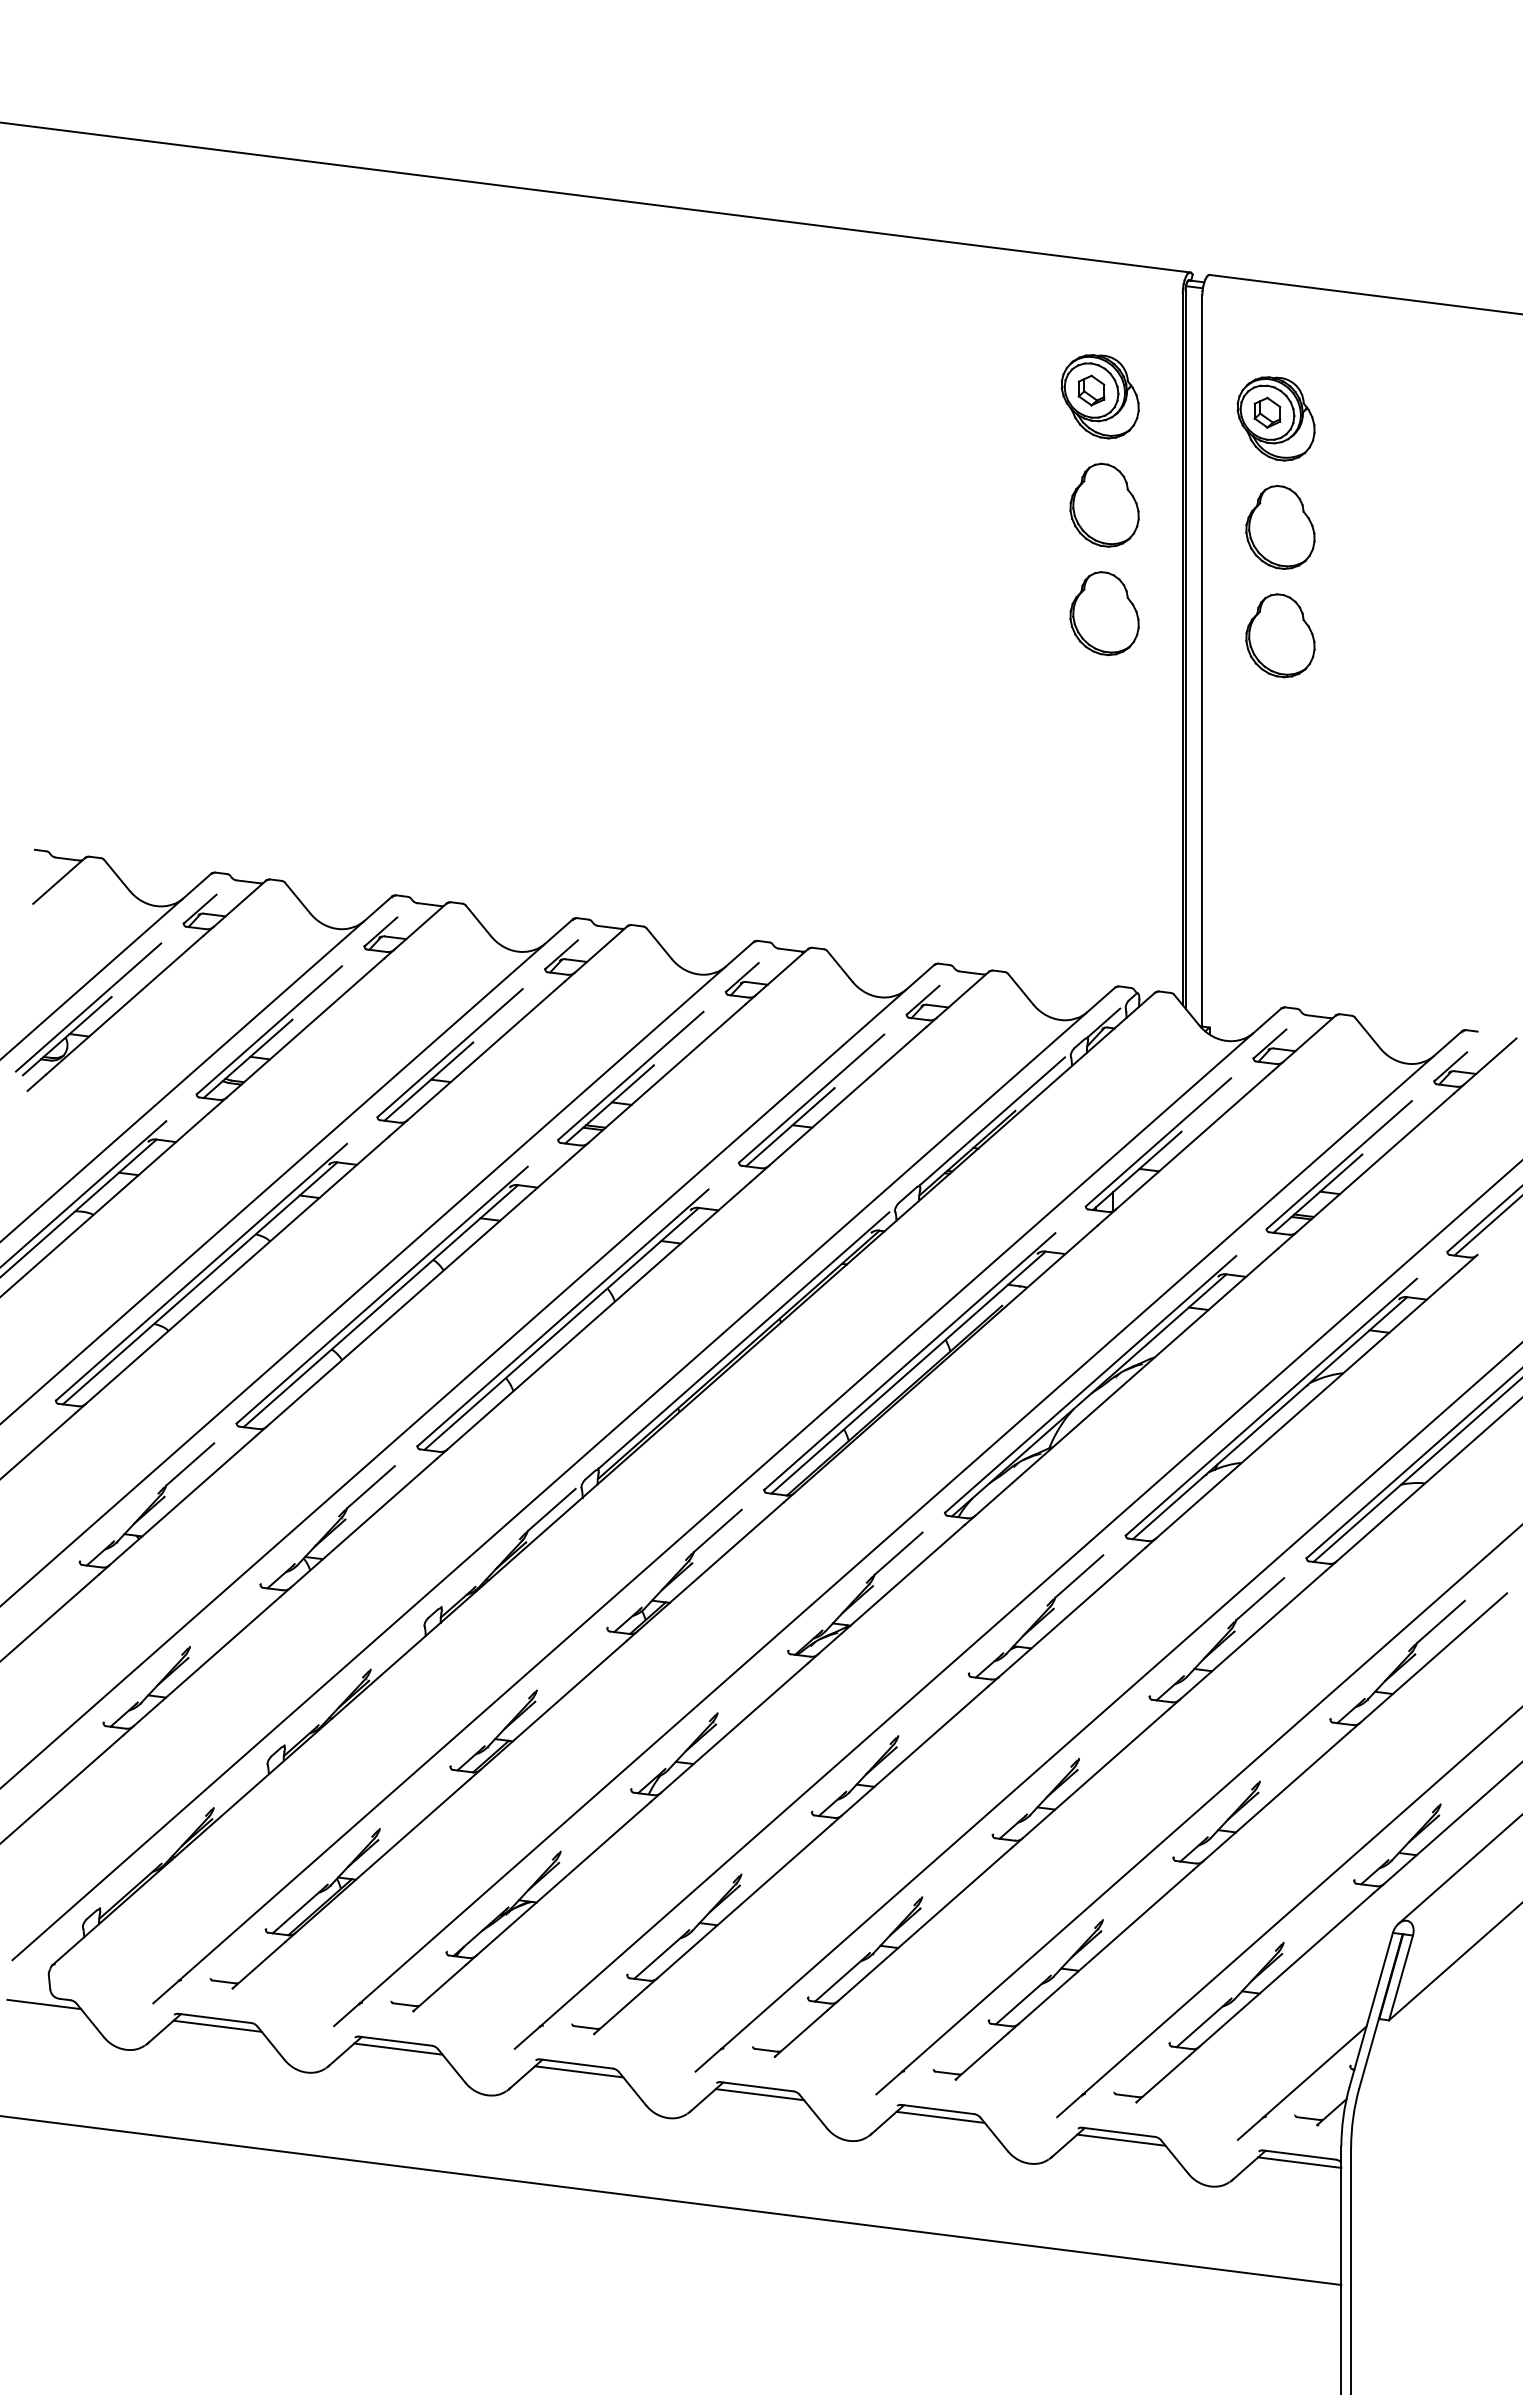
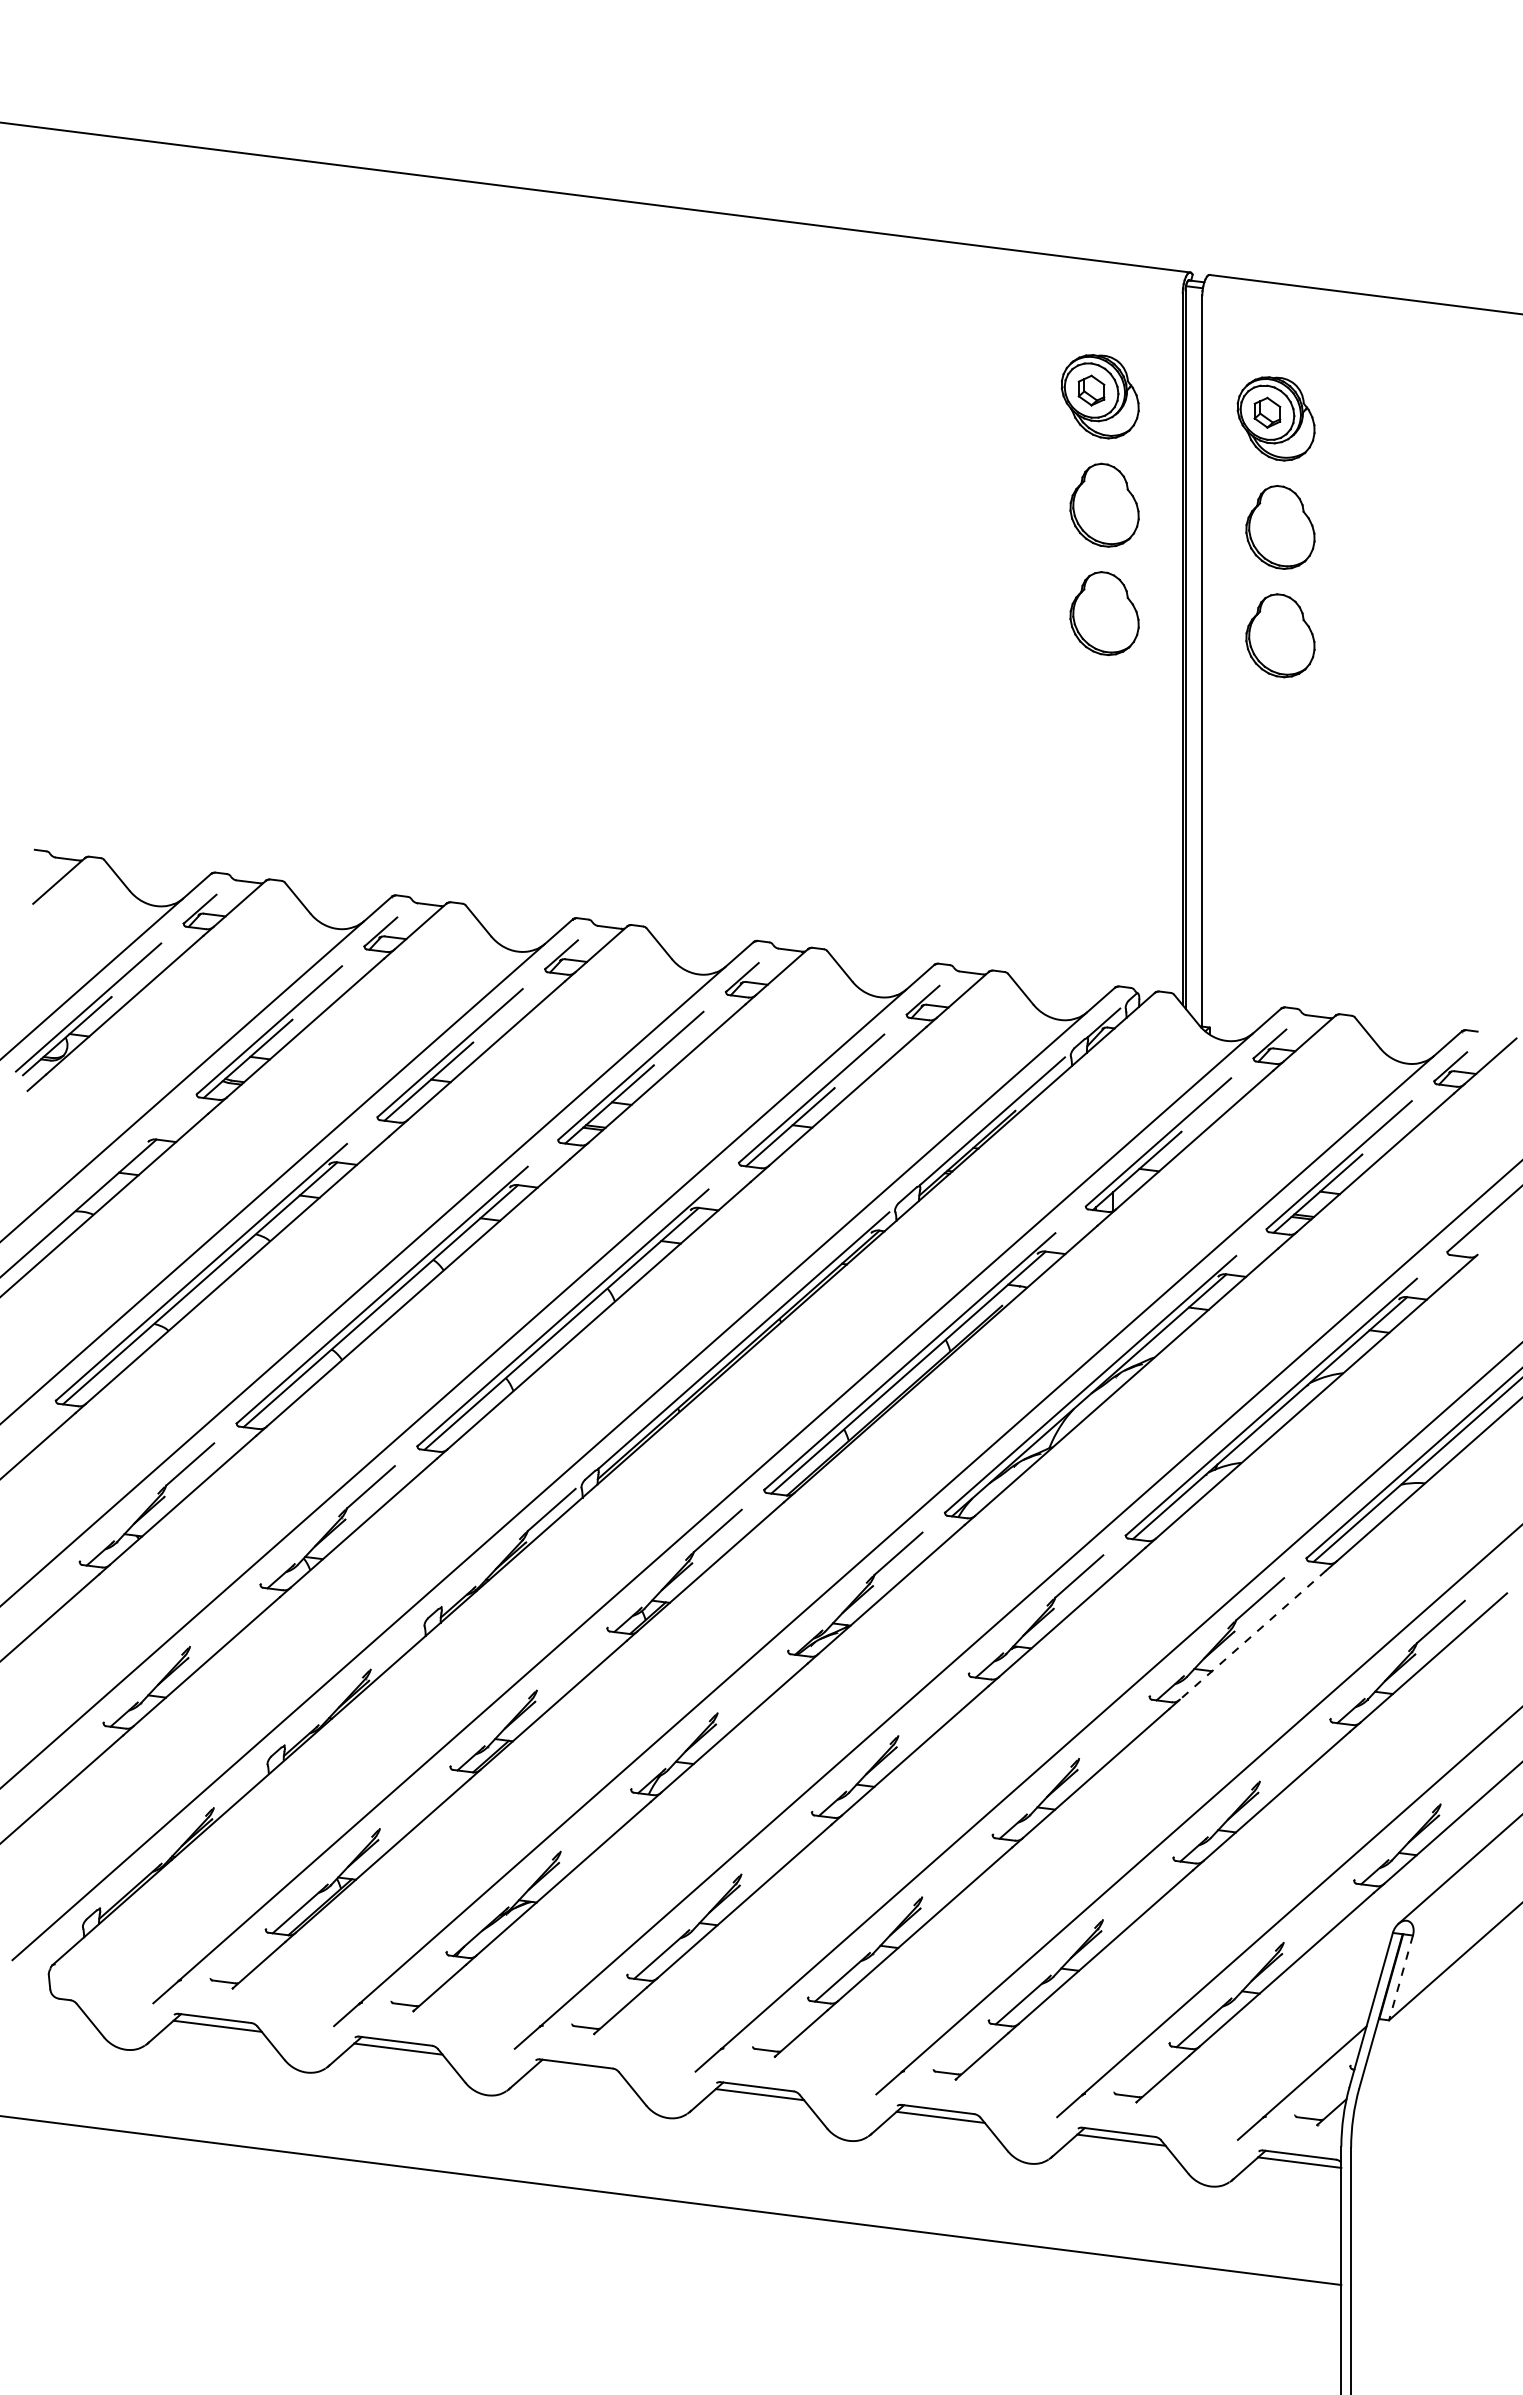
line at (84, 1193): present -> none
line at (1486, 1226): present -> none
line at (1253, 1635): solid -> dashed
line at (1400, 1978): solid -> dashed
line at (44, 2004): present -> none
line at (579, 2071): present -> none
